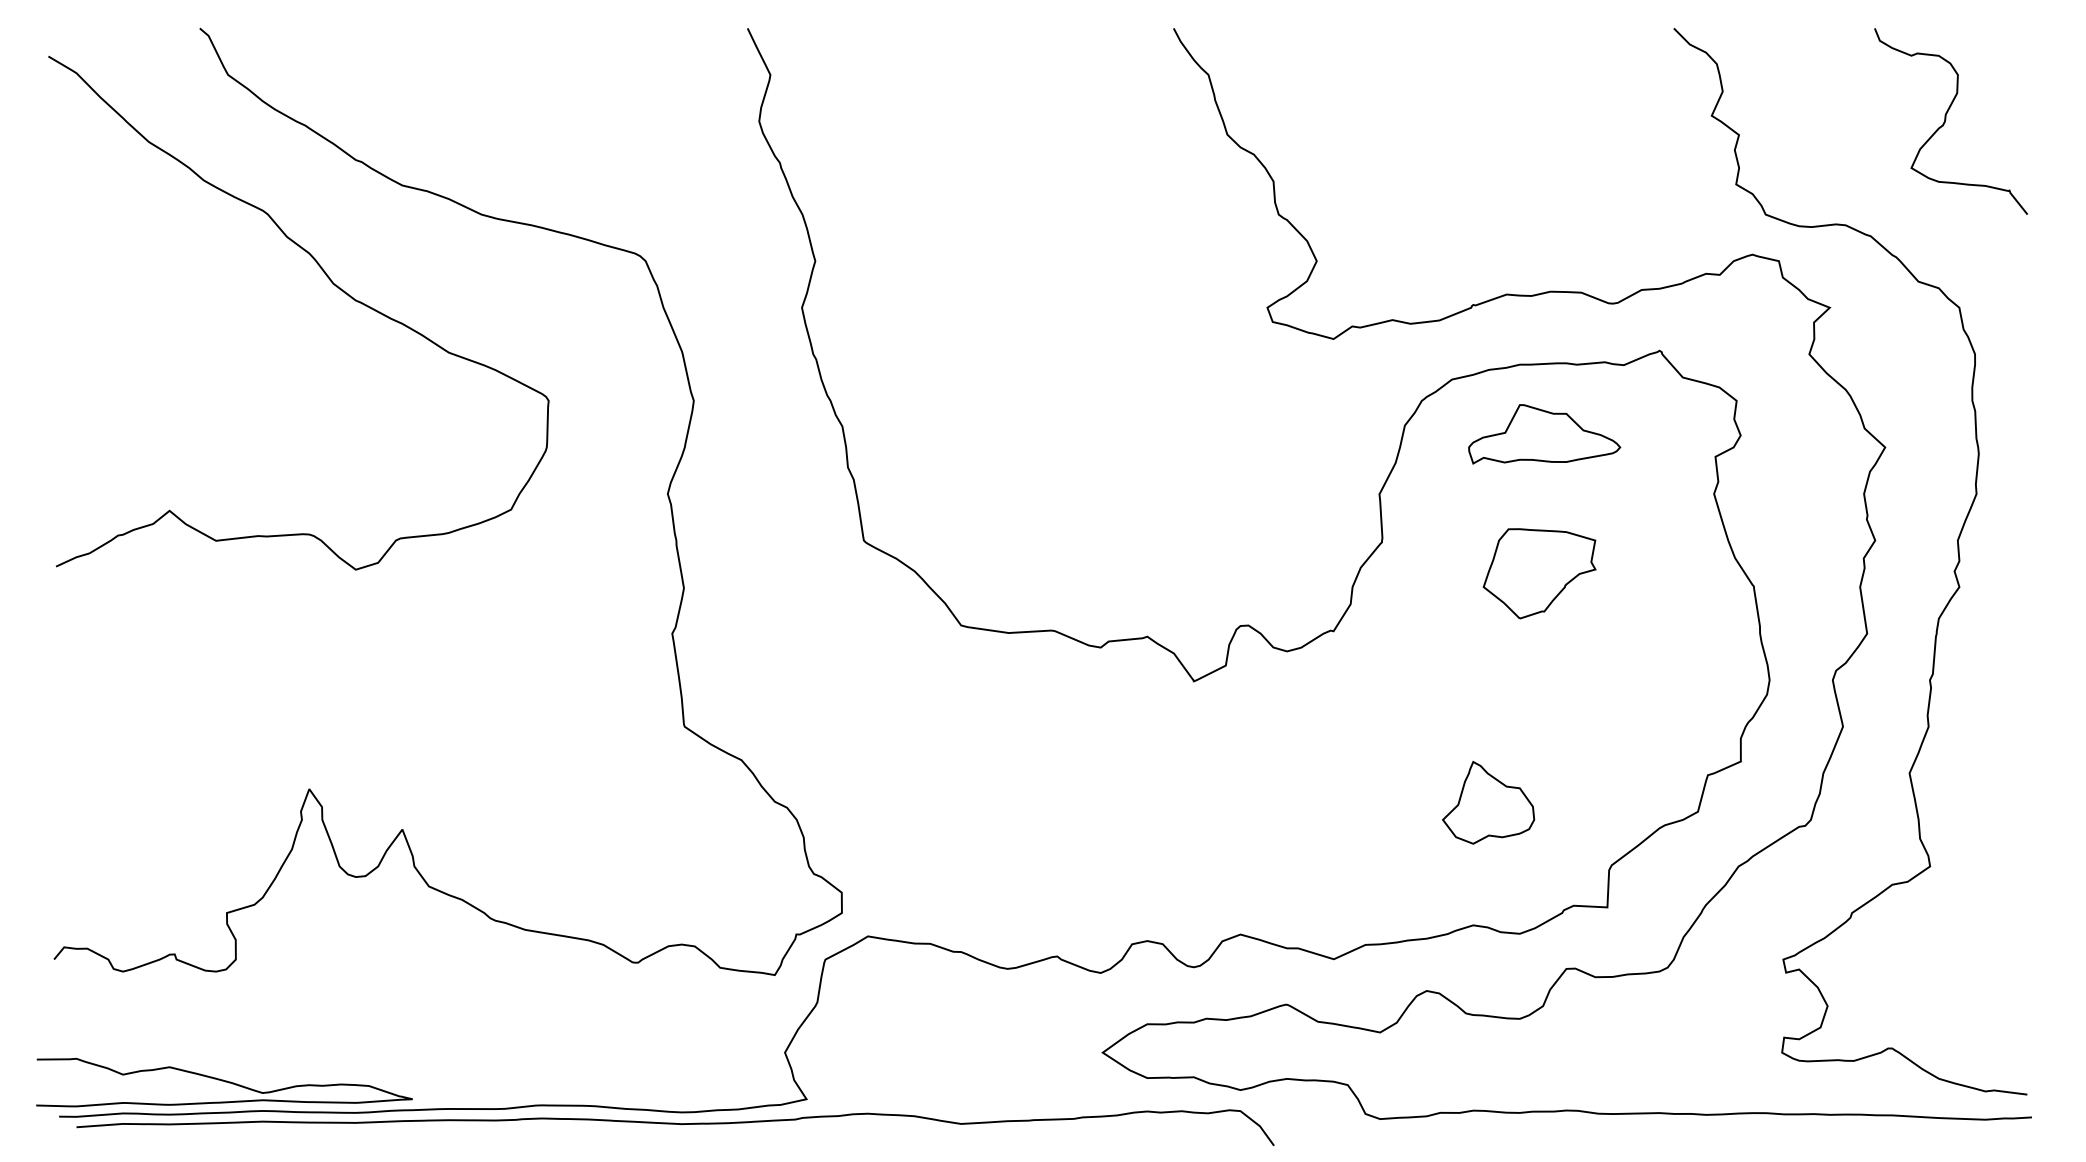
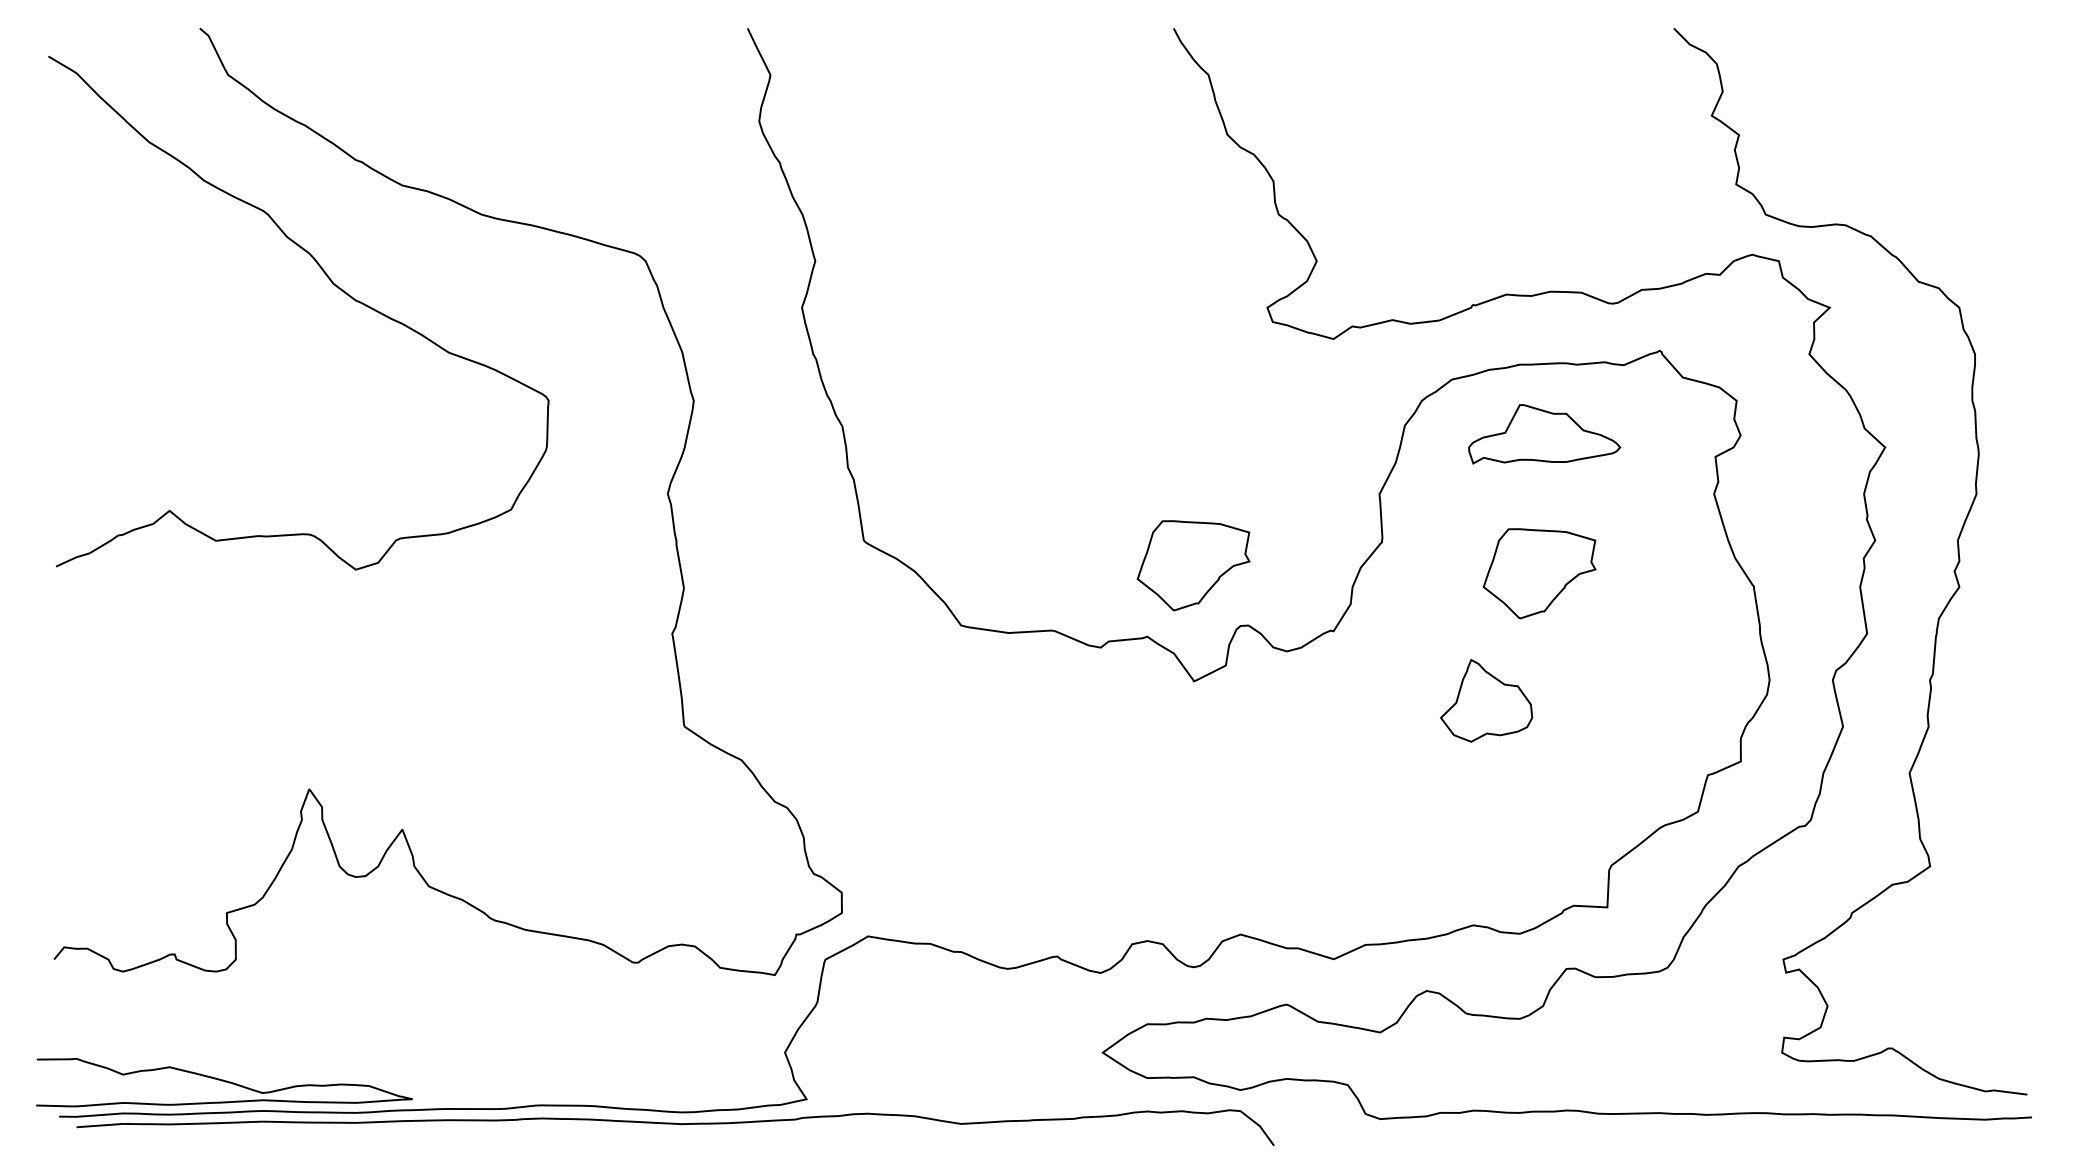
curve at (1946, 119): present -> none
part at (1193, 565): none -> present
part at (1488, 802) position: (1488, 802) -> (1486, 700)
